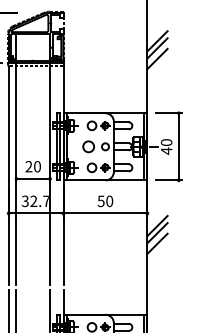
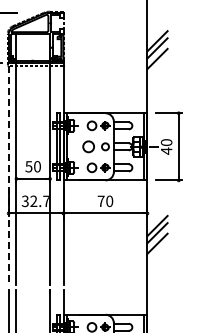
text at (28, 166): 20 -> 50
line at (8, 175): solid -> dashed
text at (100, 201): 50 -> 70
